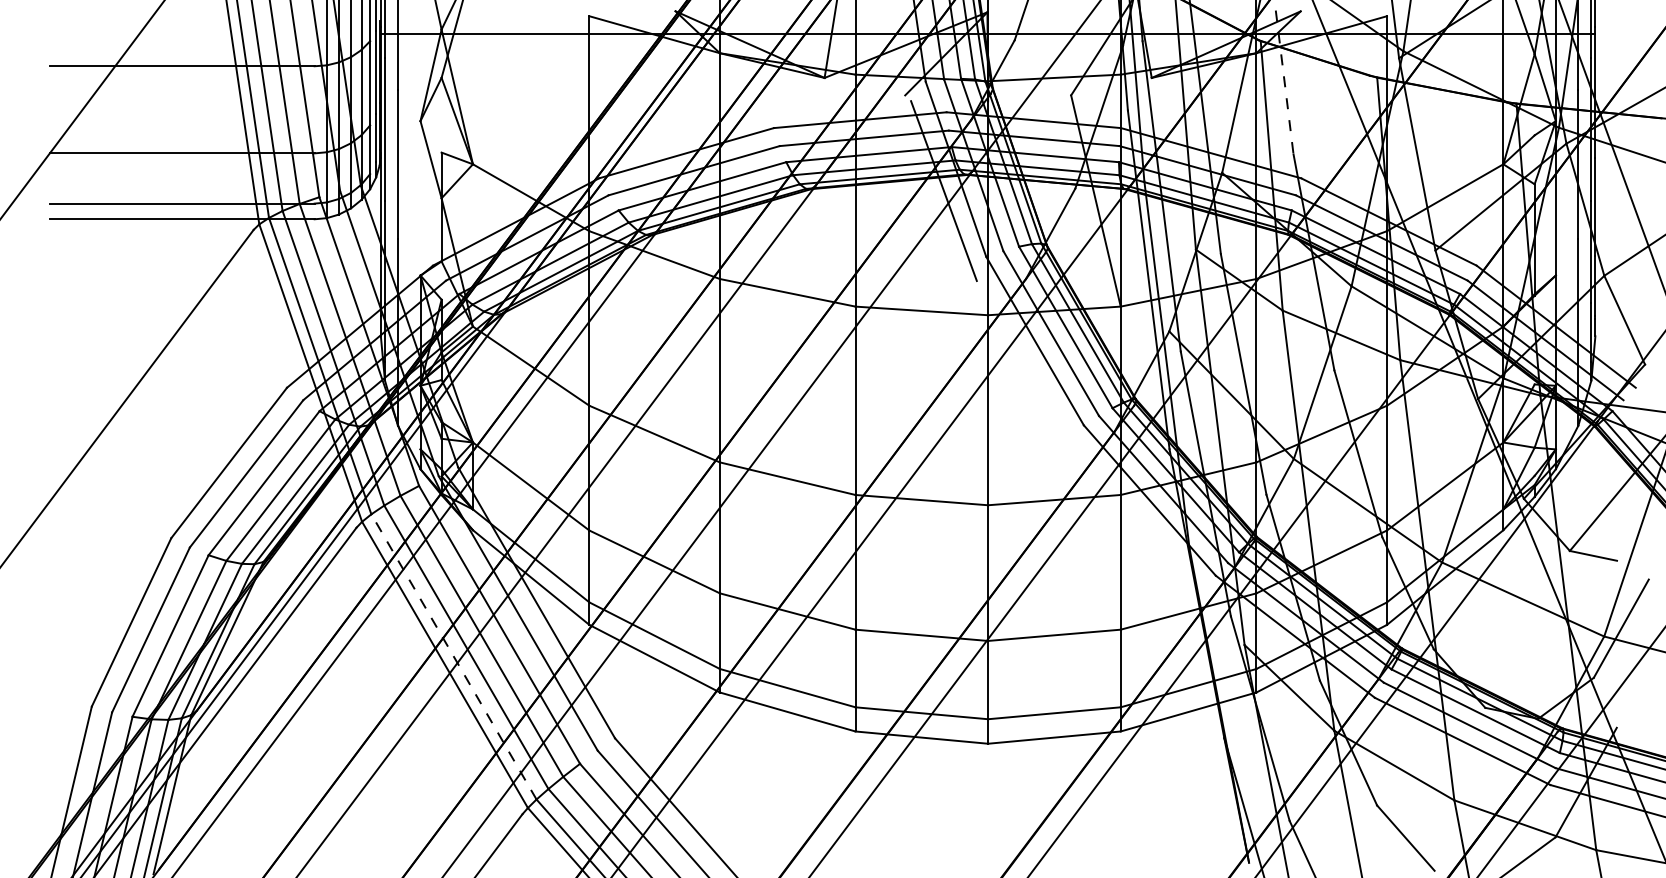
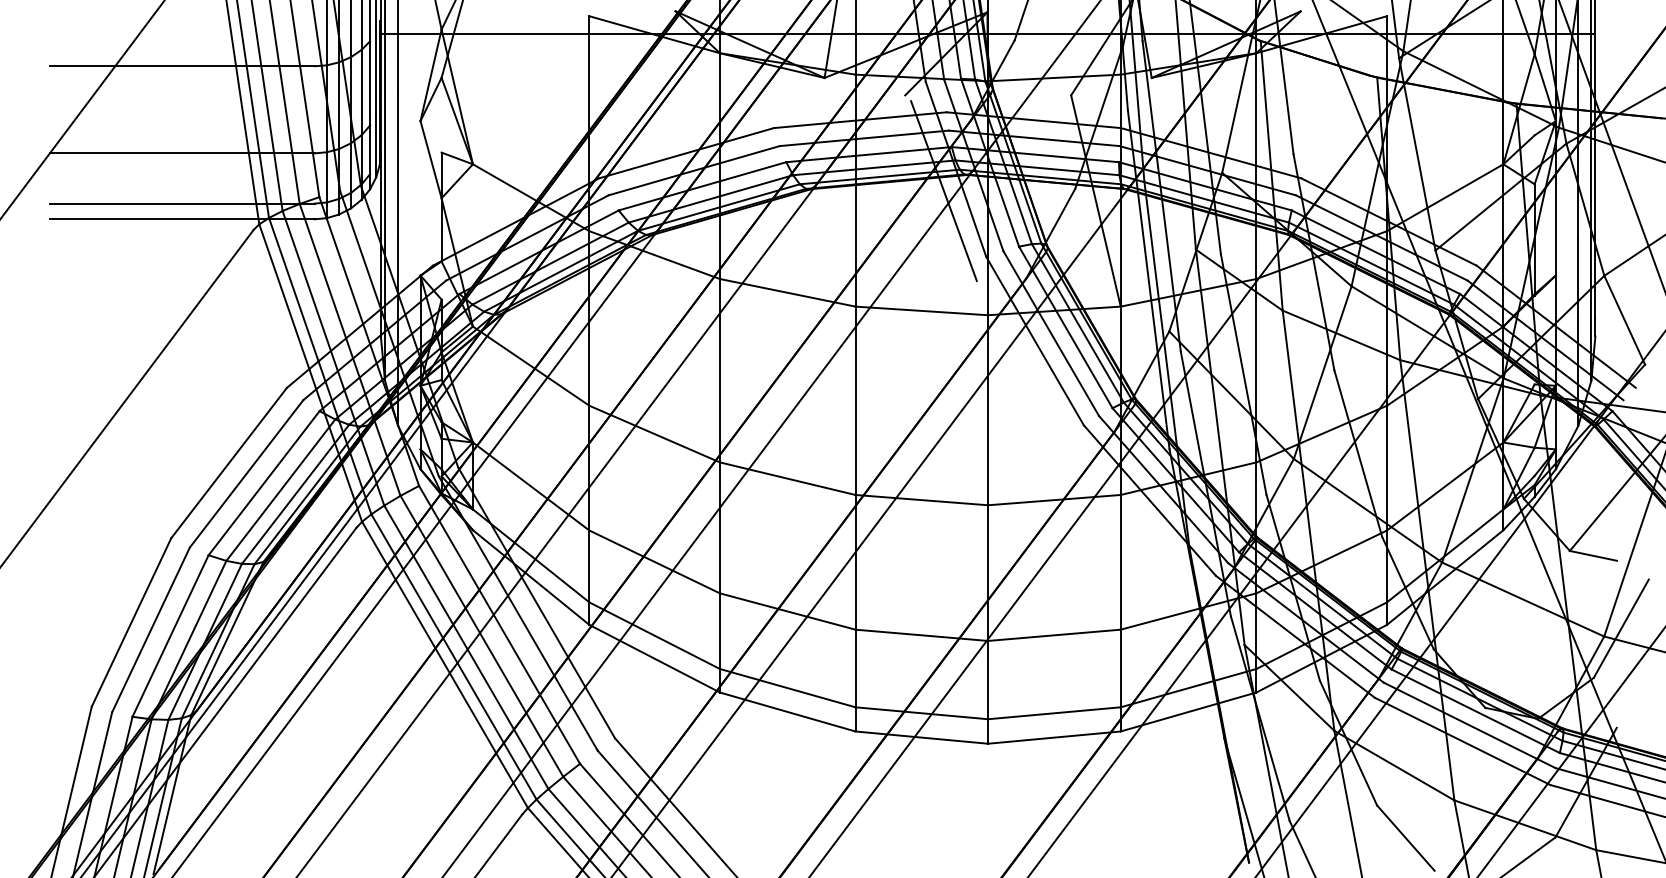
line at (1284, 78): dashed -> solid
line at (453, 656): dashed -> solid
